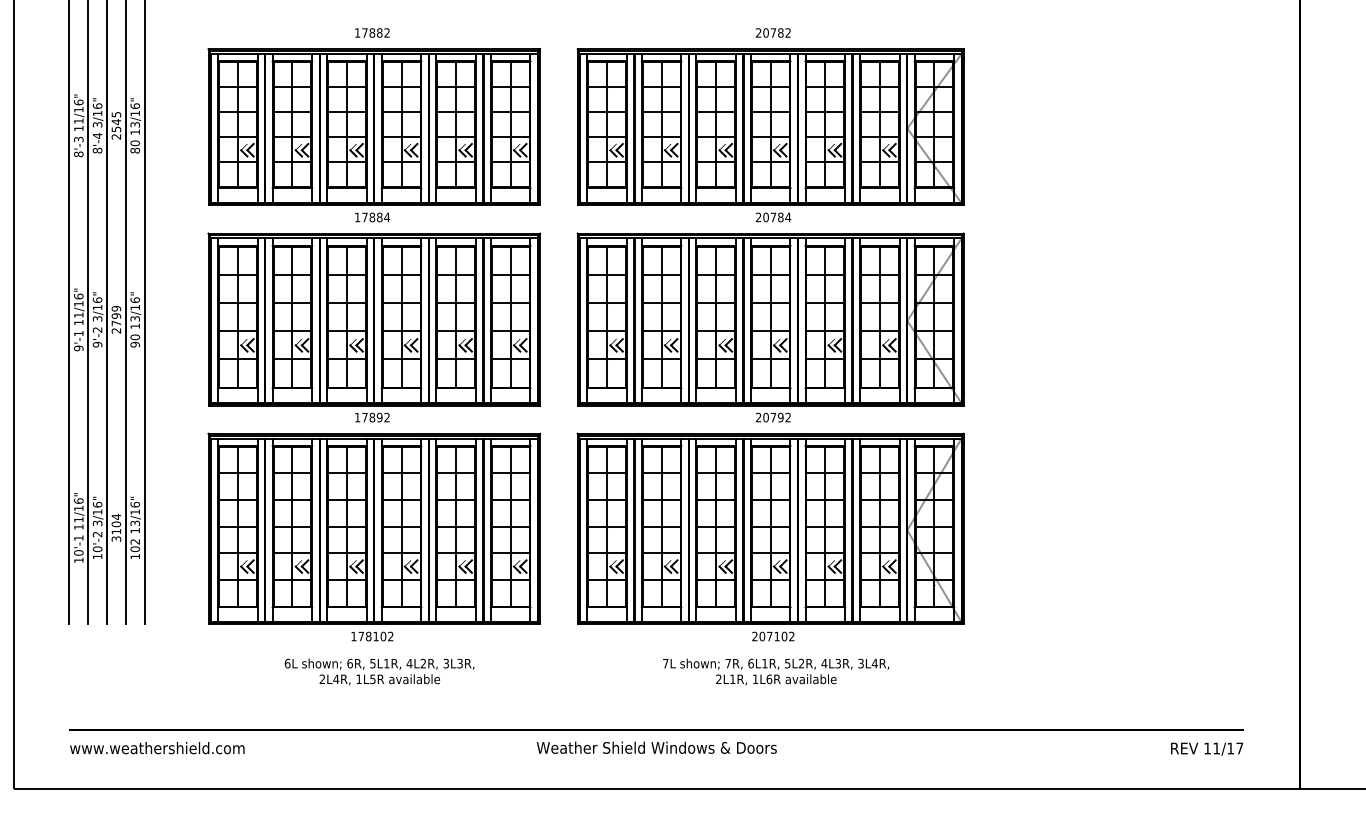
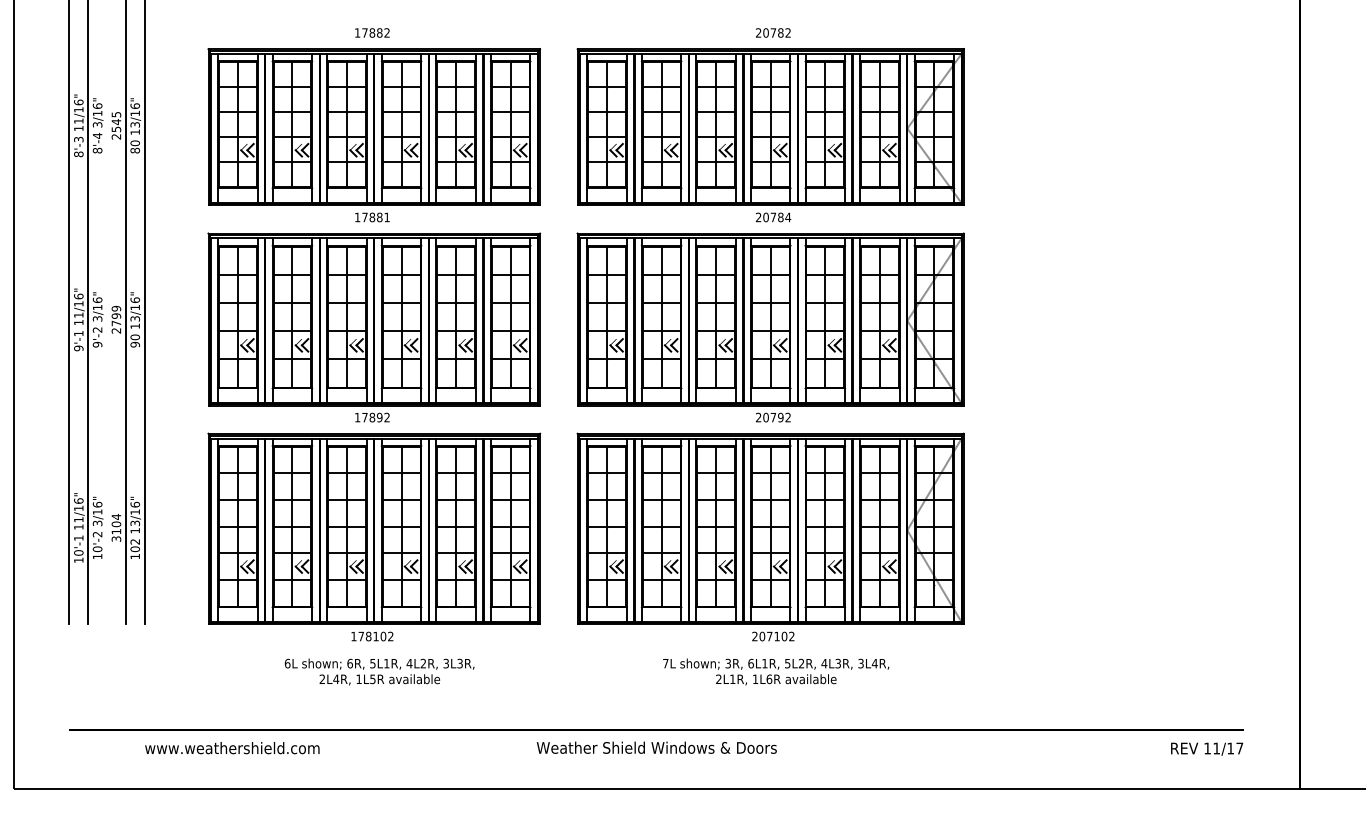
text at (387, 217): 17884 -> 17881
line at (107, 313): present -> none
text at (727, 663): 7R, -> 3R,
text at (157, 748) position: (157, 748) -> (232, 748)
